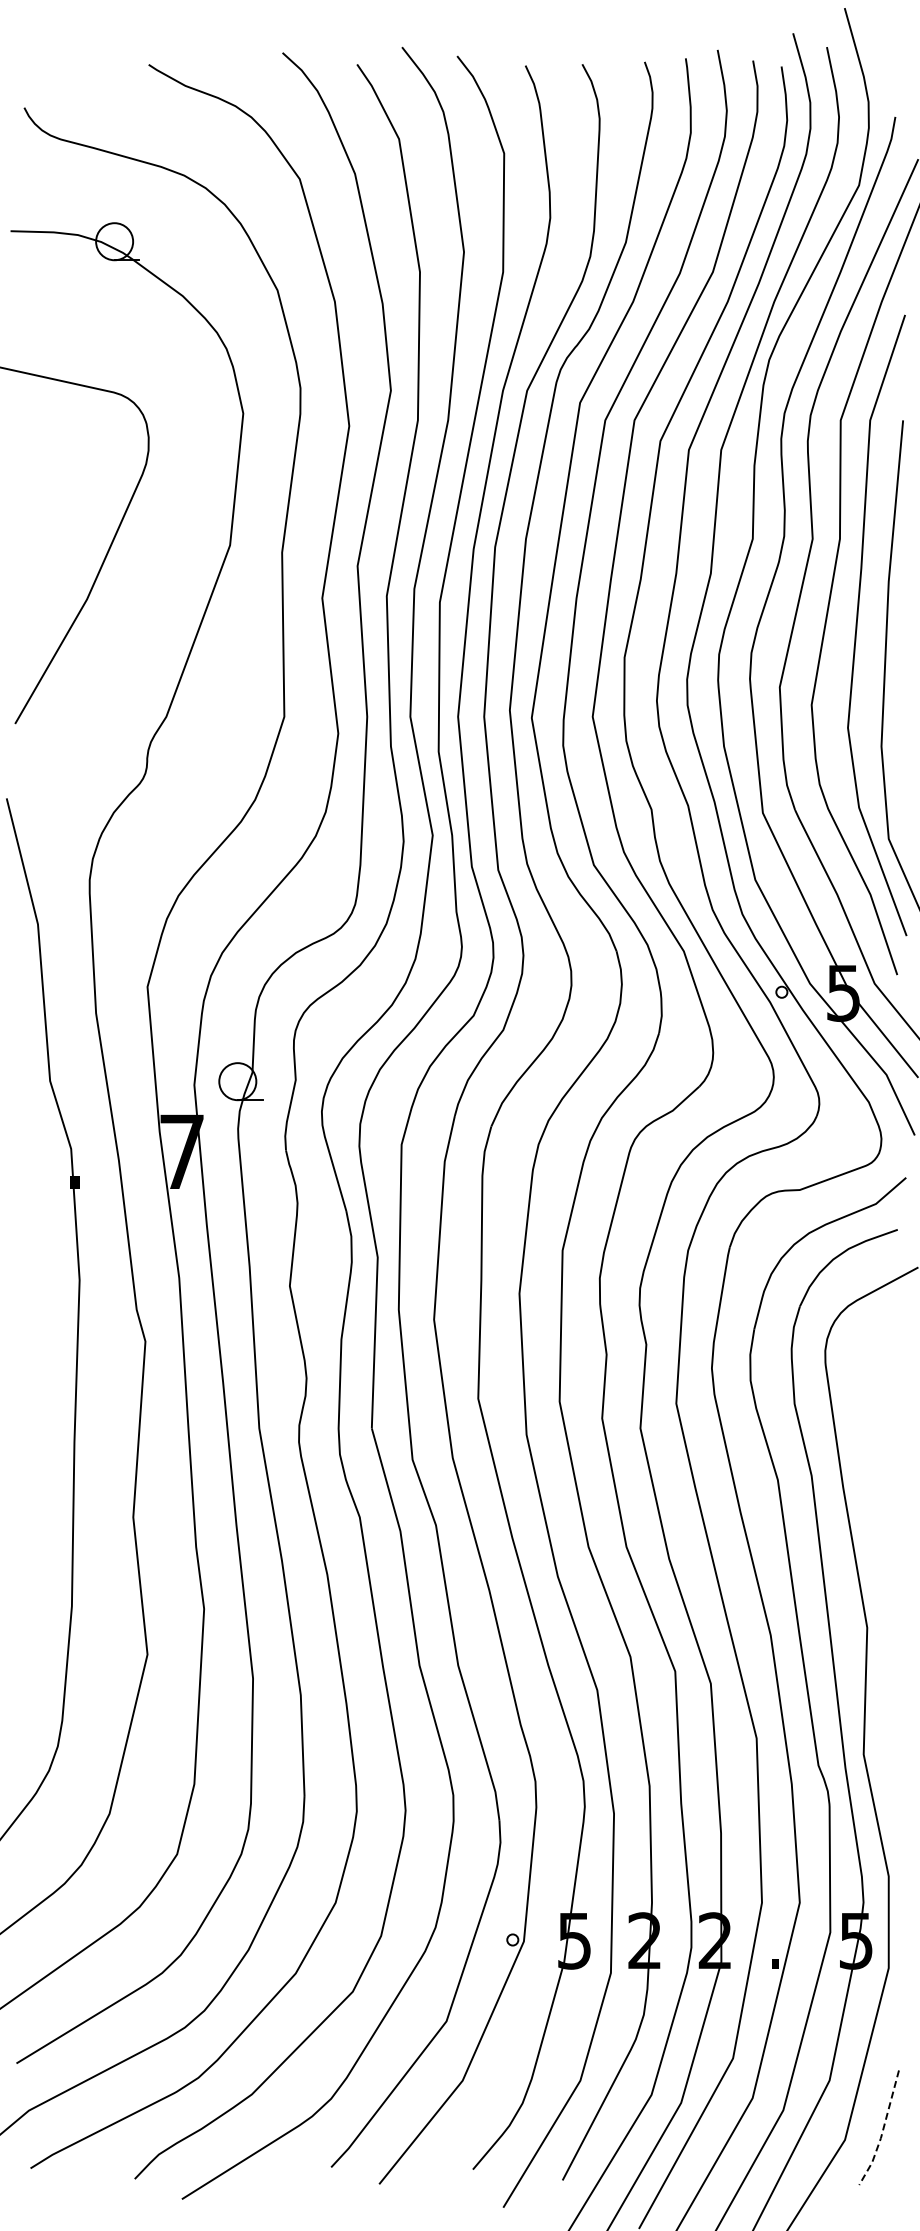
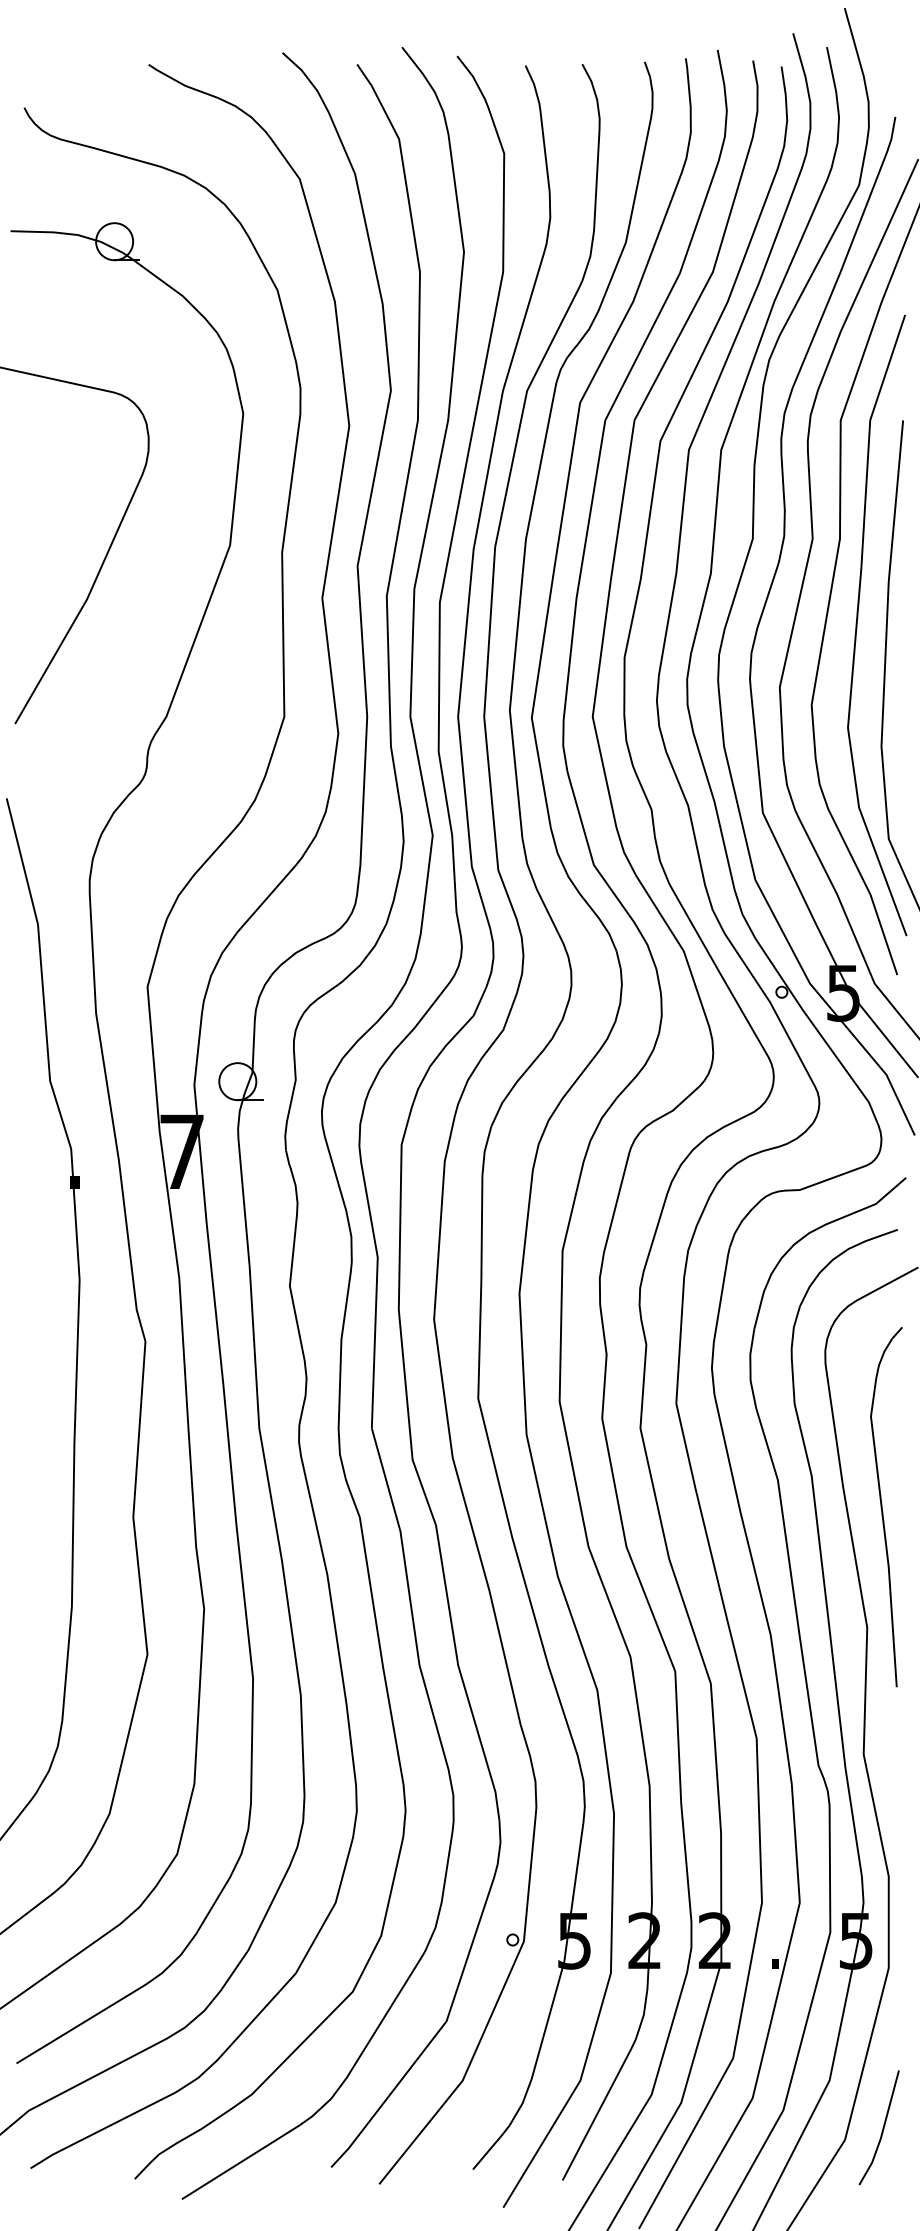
part at (886, 1507): none -> present
line at (882, 2130): dashed -> solid
